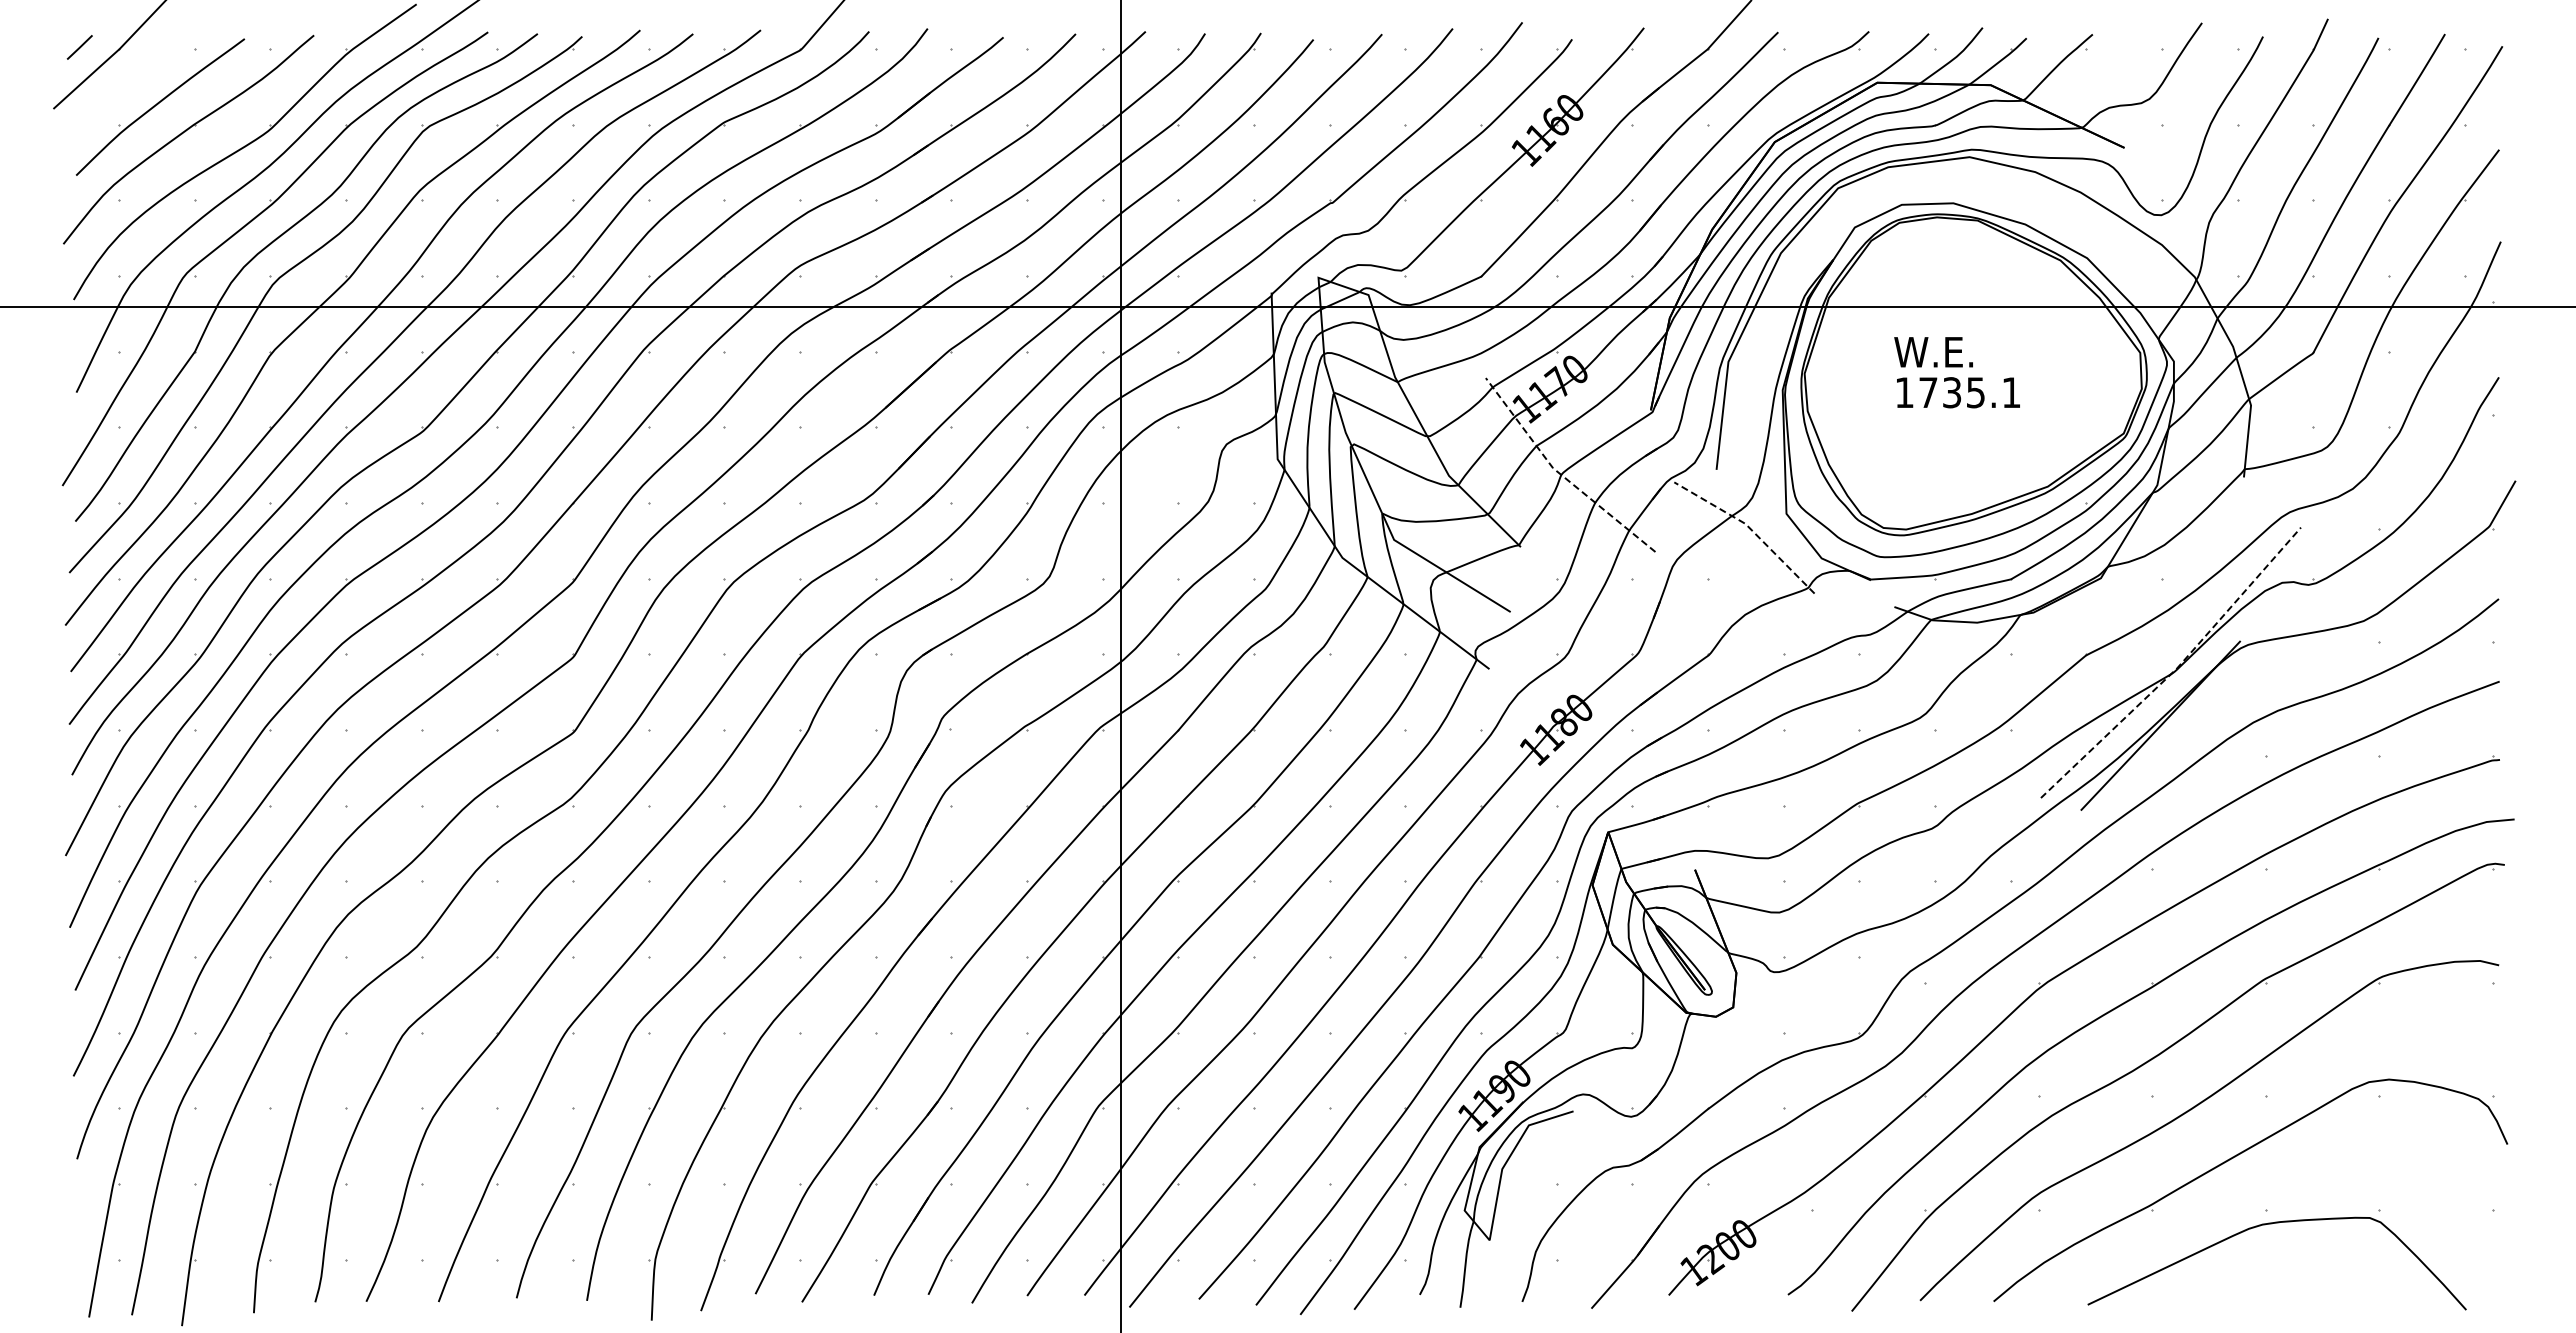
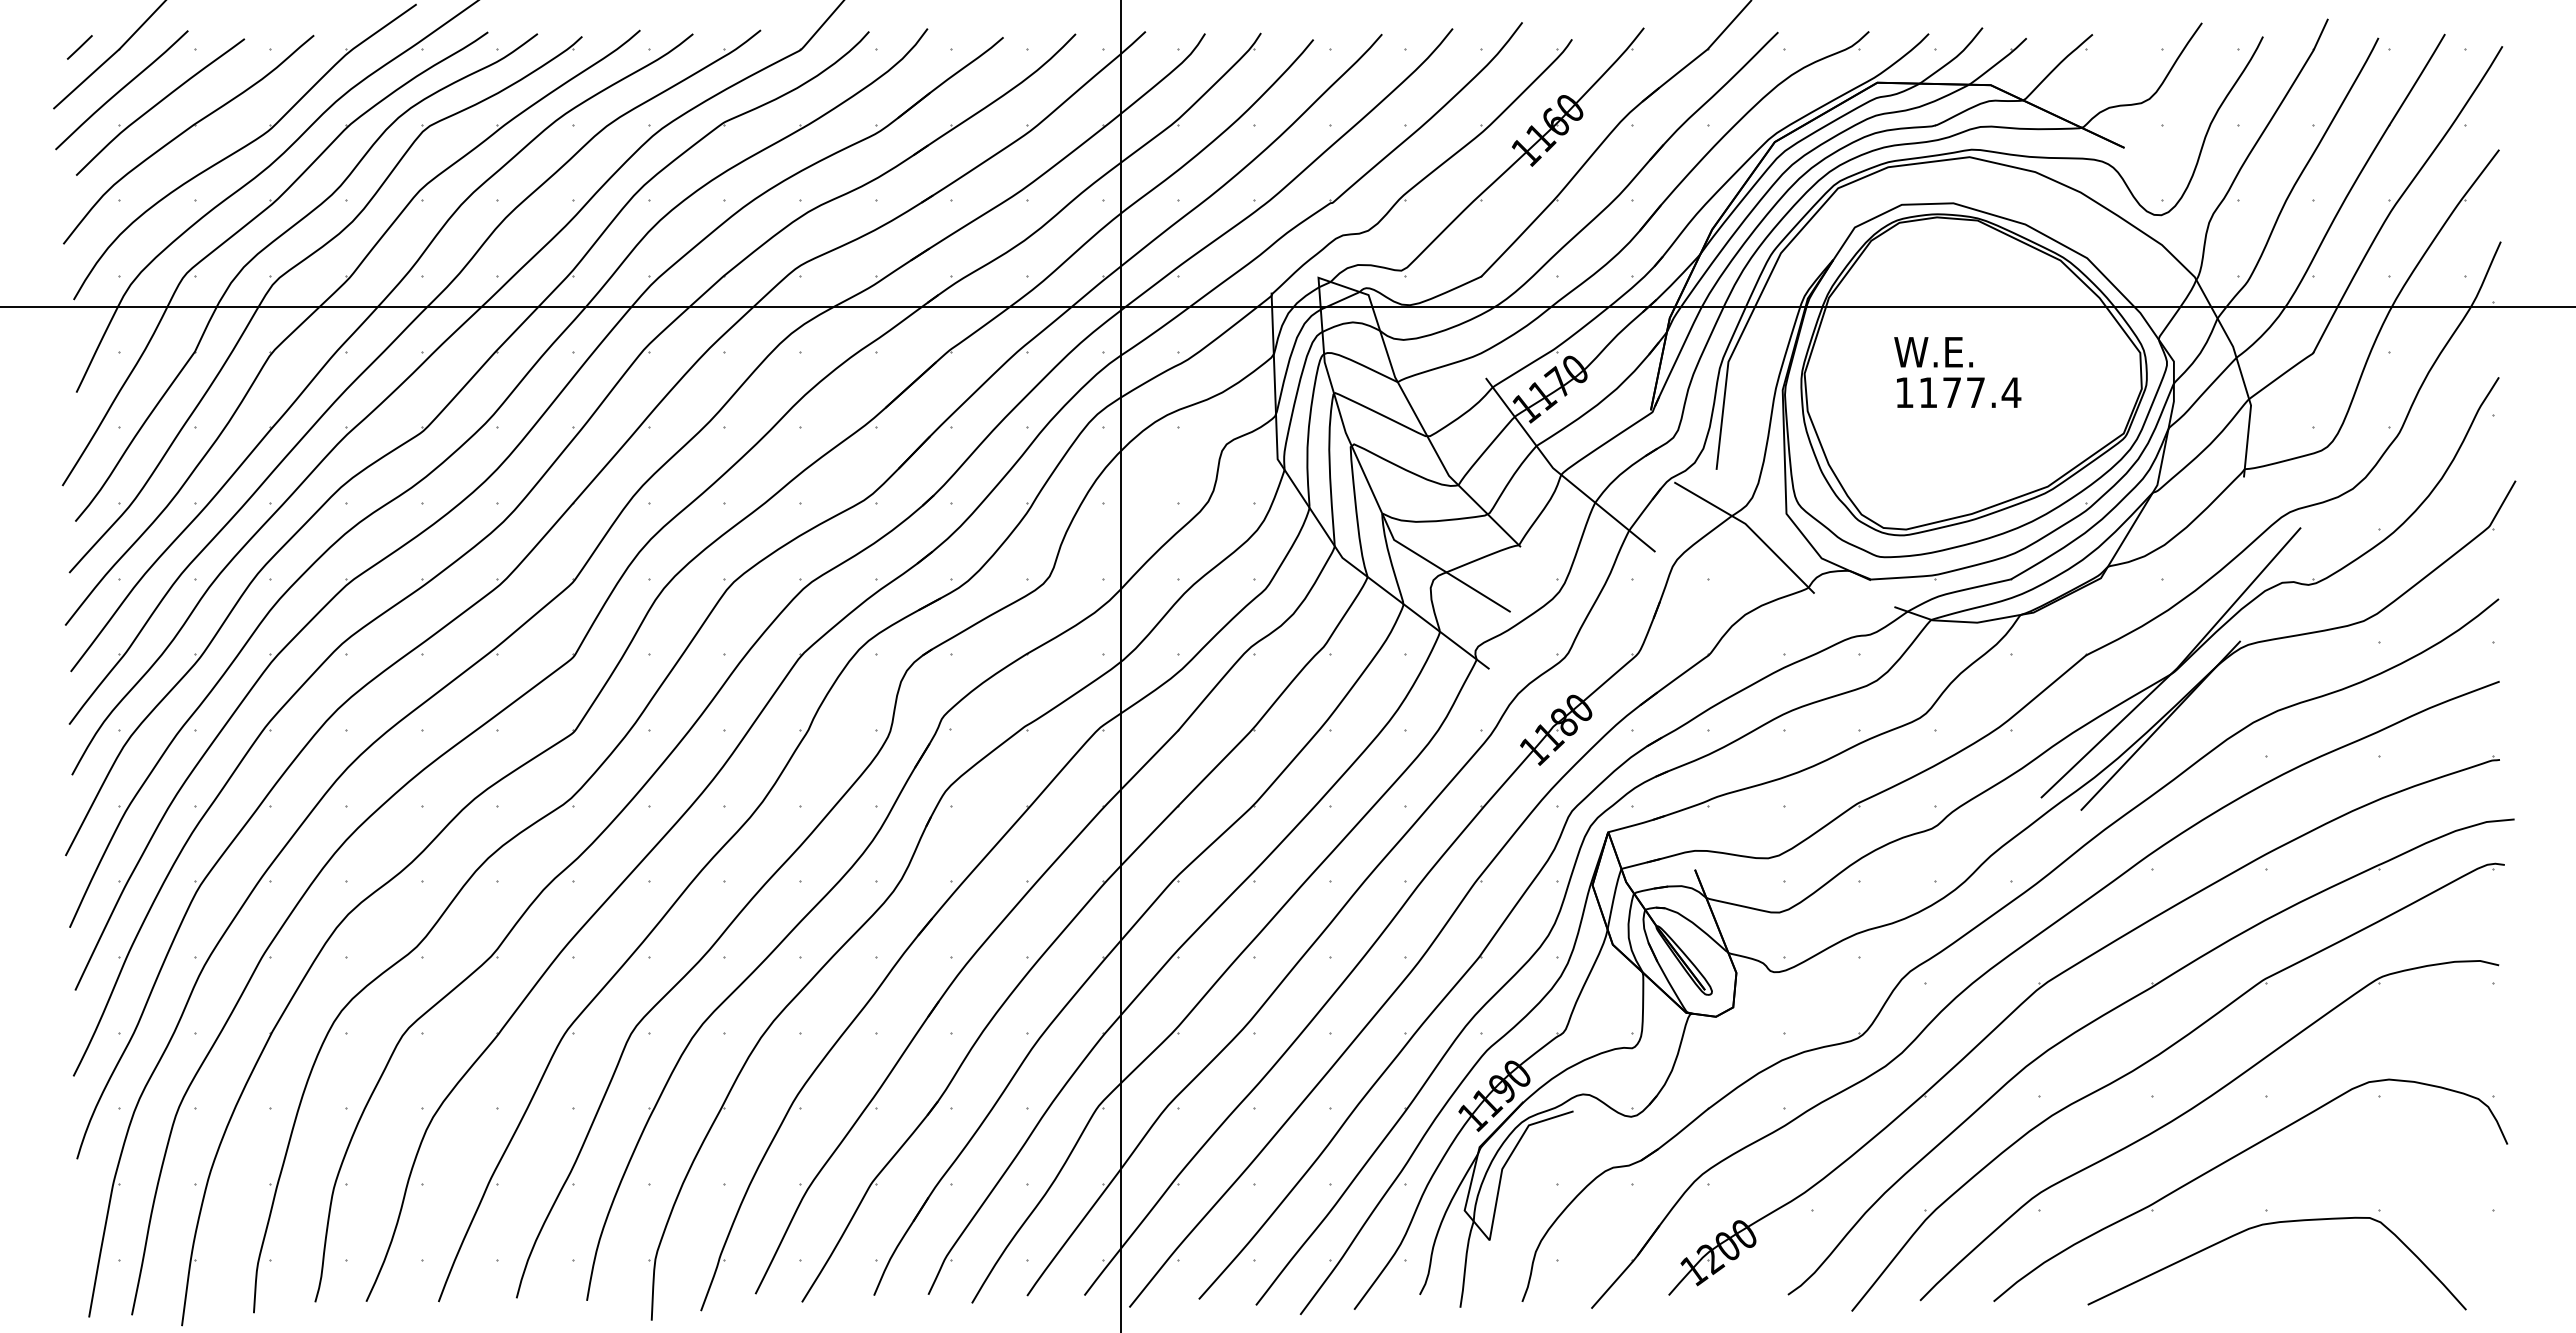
curve at (121, 90): none -> present
text at (1970, 392): 1735.1 -> 1177.4
line at (1559, 473): dashed -> solid
line at (1750, 528): dashed -> solid
line at (2177, 668): dashed -> solid
